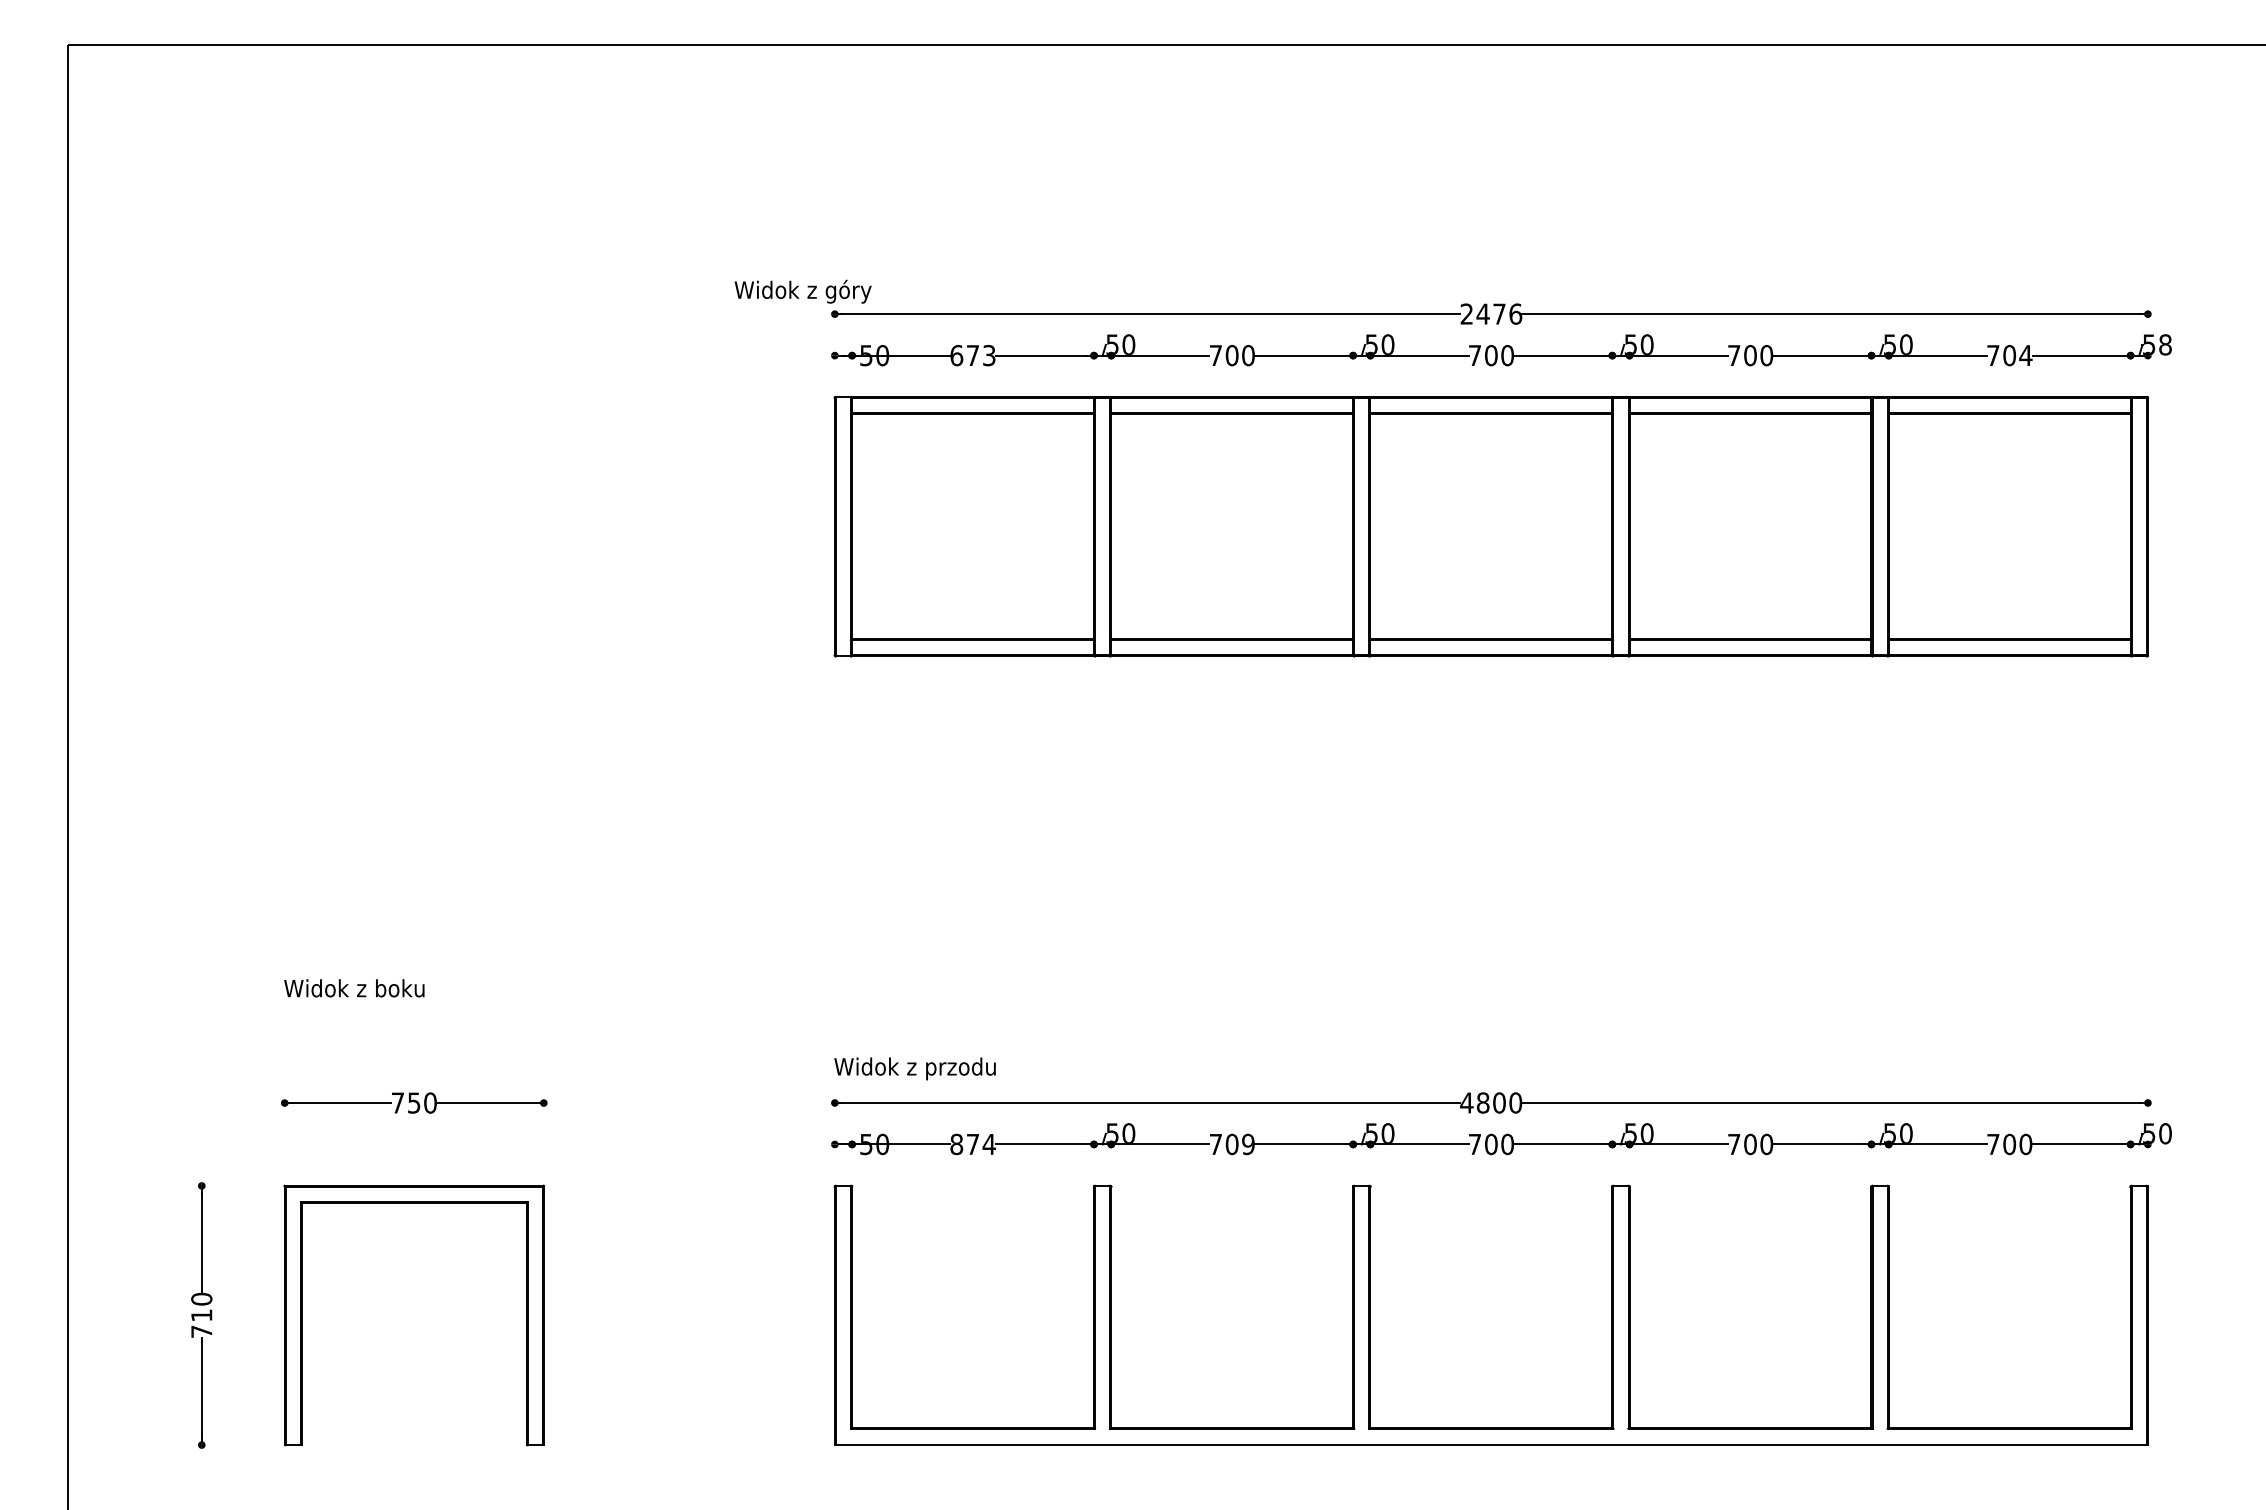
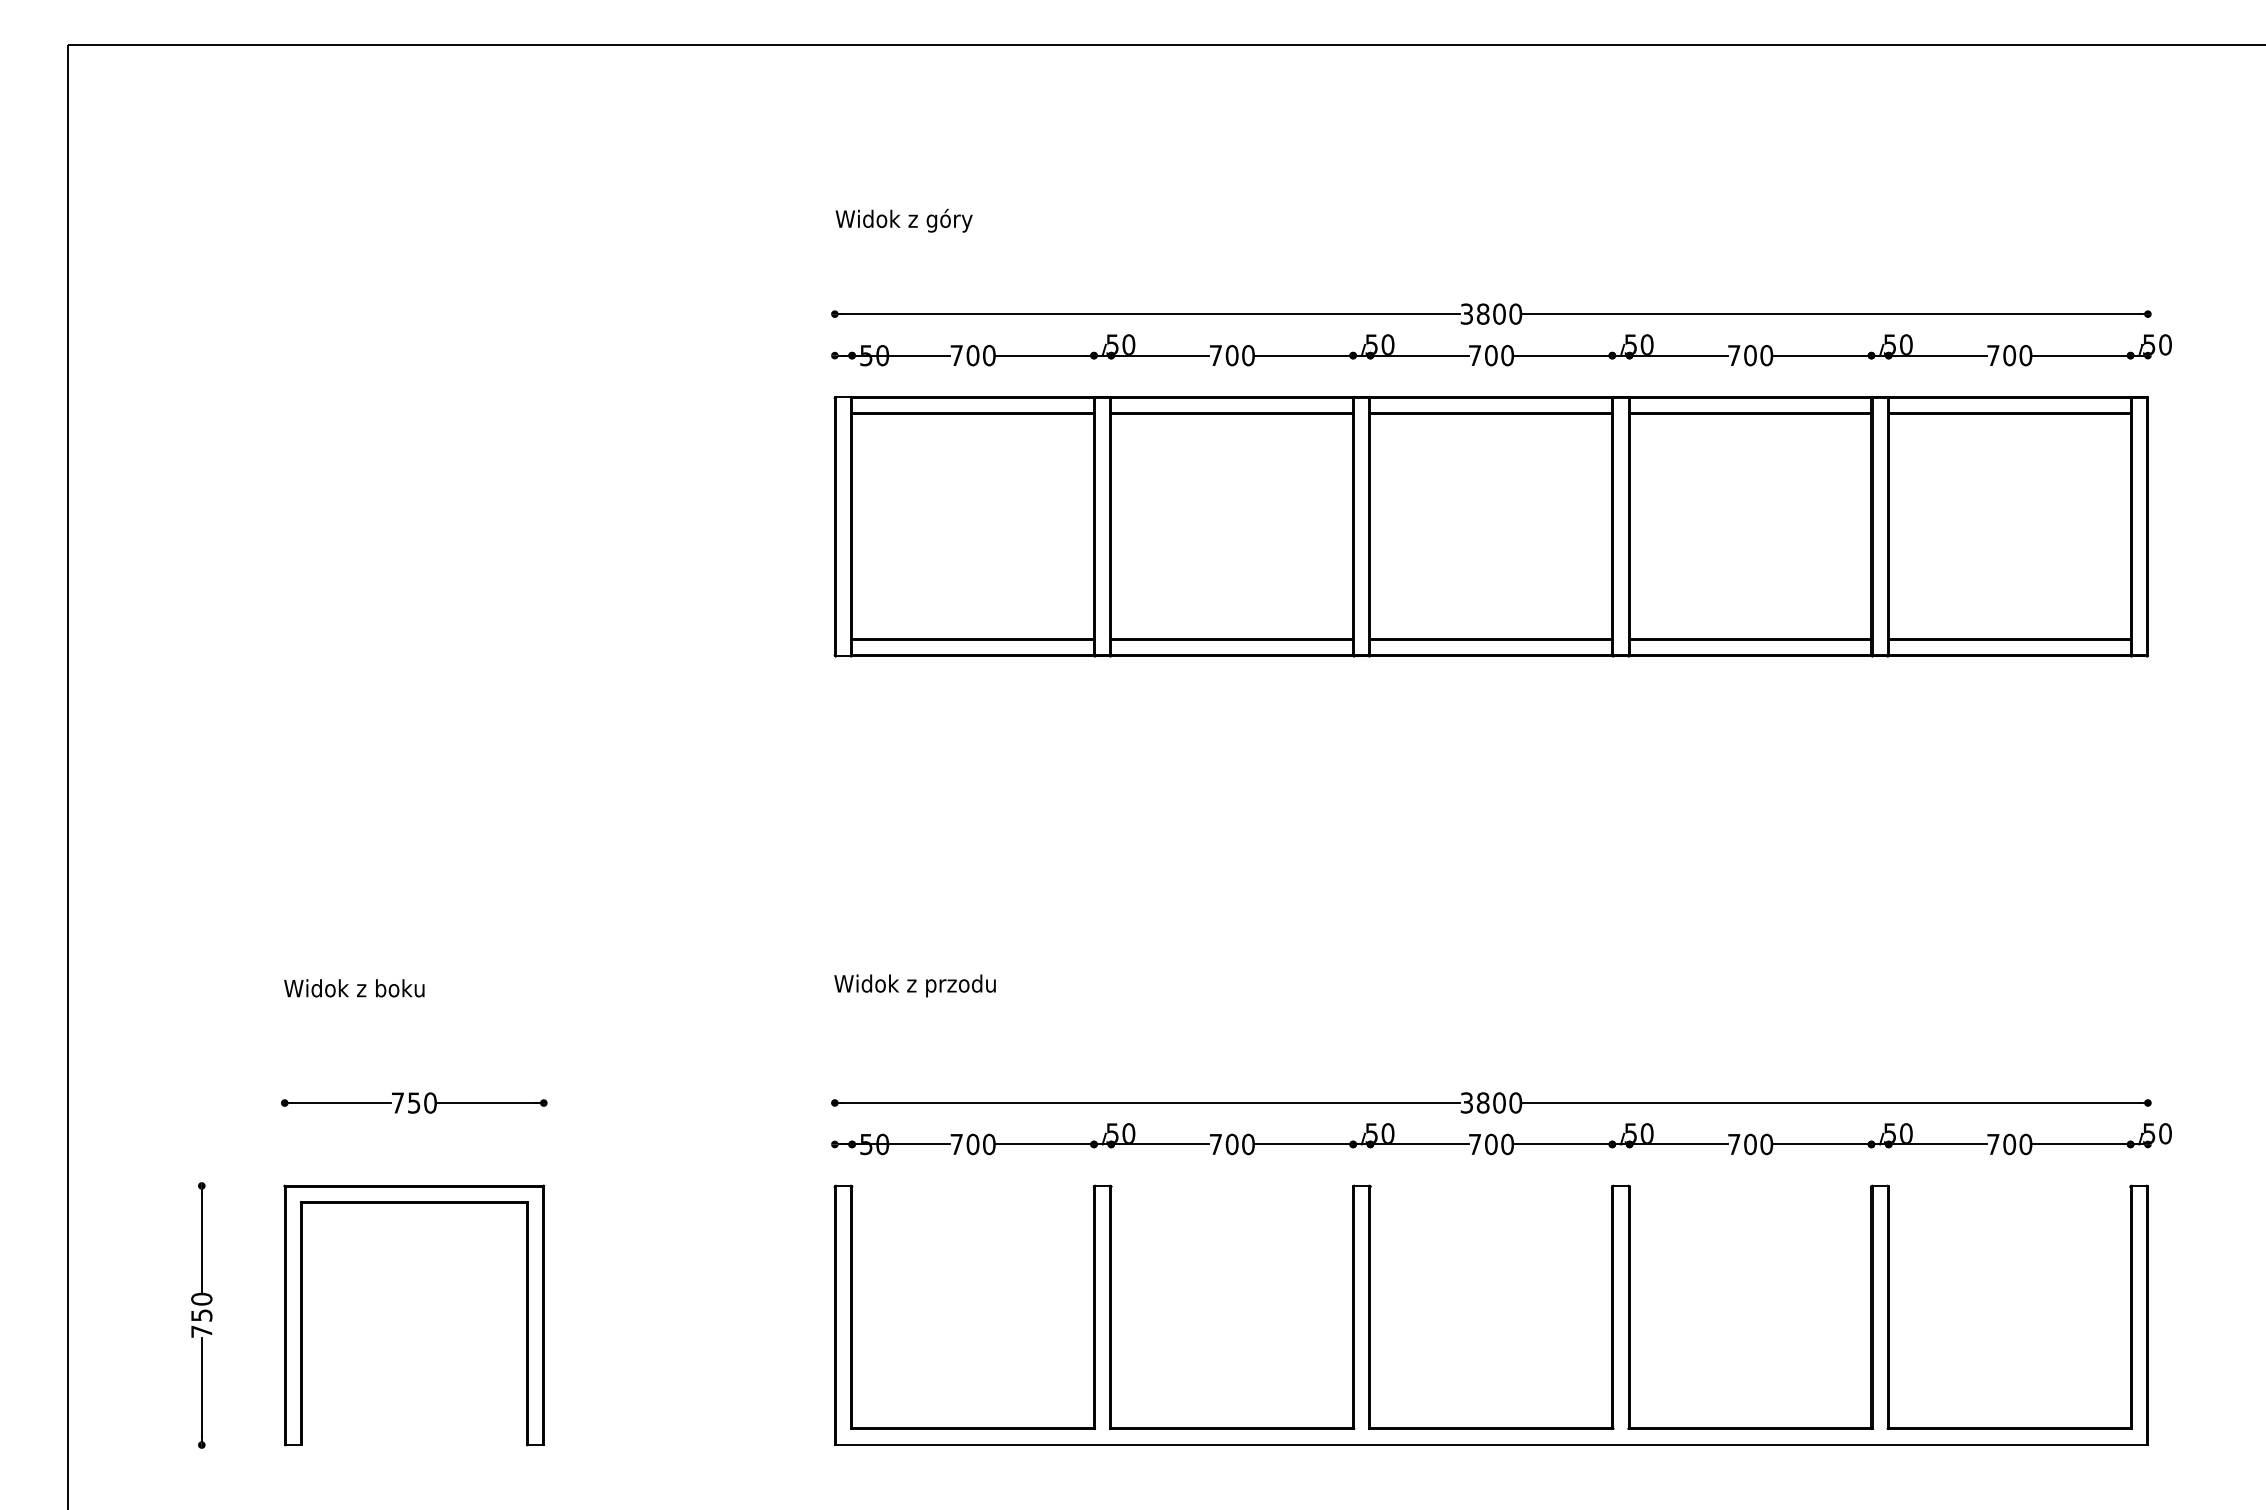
text at (802, 291) position: (802, 291) -> (903, 220)
text at (1491, 313): 2476 -> 3800
text at (2165, 344): 58 -> 50
text at (972, 355): 673 -> 700
text at (2025, 355): 704 -> 700
text at (914, 1068) position: (914, 1068) -> (914, 985)
text at (1466, 1102): 4800 -> 3800
text at (972, 1144): 874 -> 700
text at (1248, 1144): 709 -> 700
text at (201, 1315): 710 -> 750
